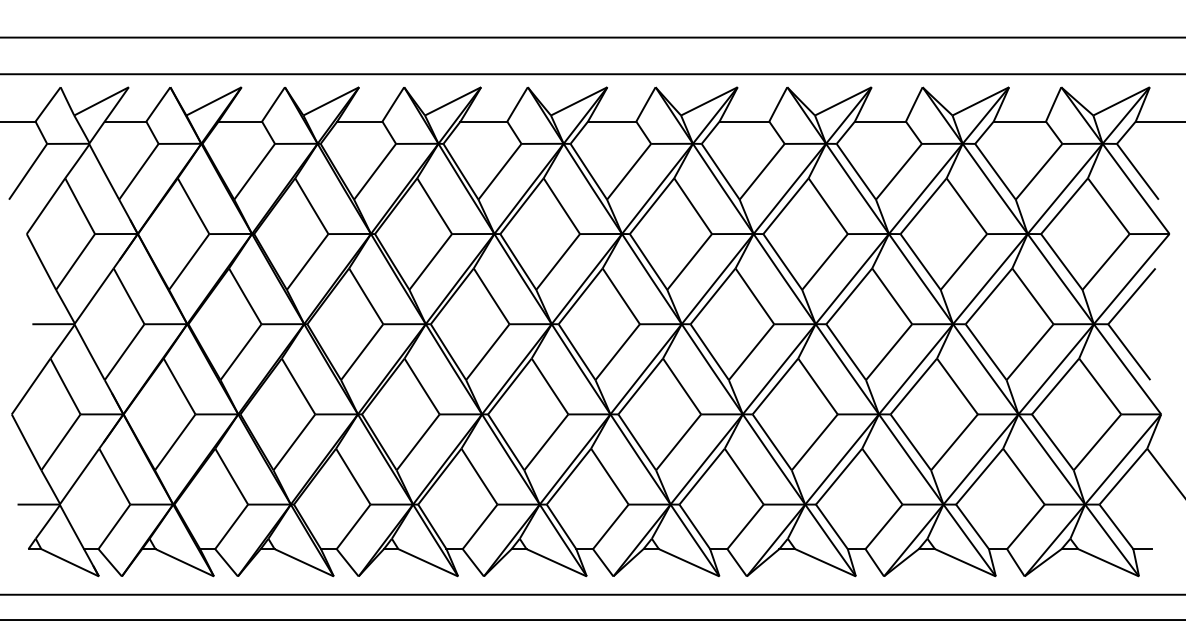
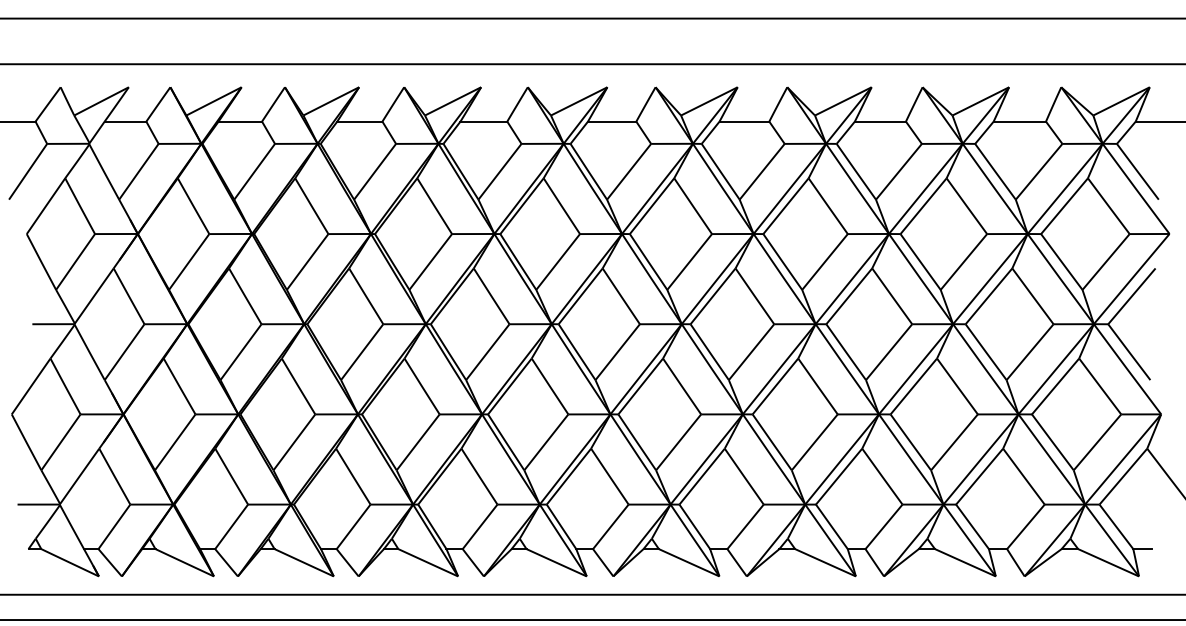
line at (592, 37) position: (592, 37) -> (592, 18)
line at (592, 74) position: (592, 74) -> (592, 64)
